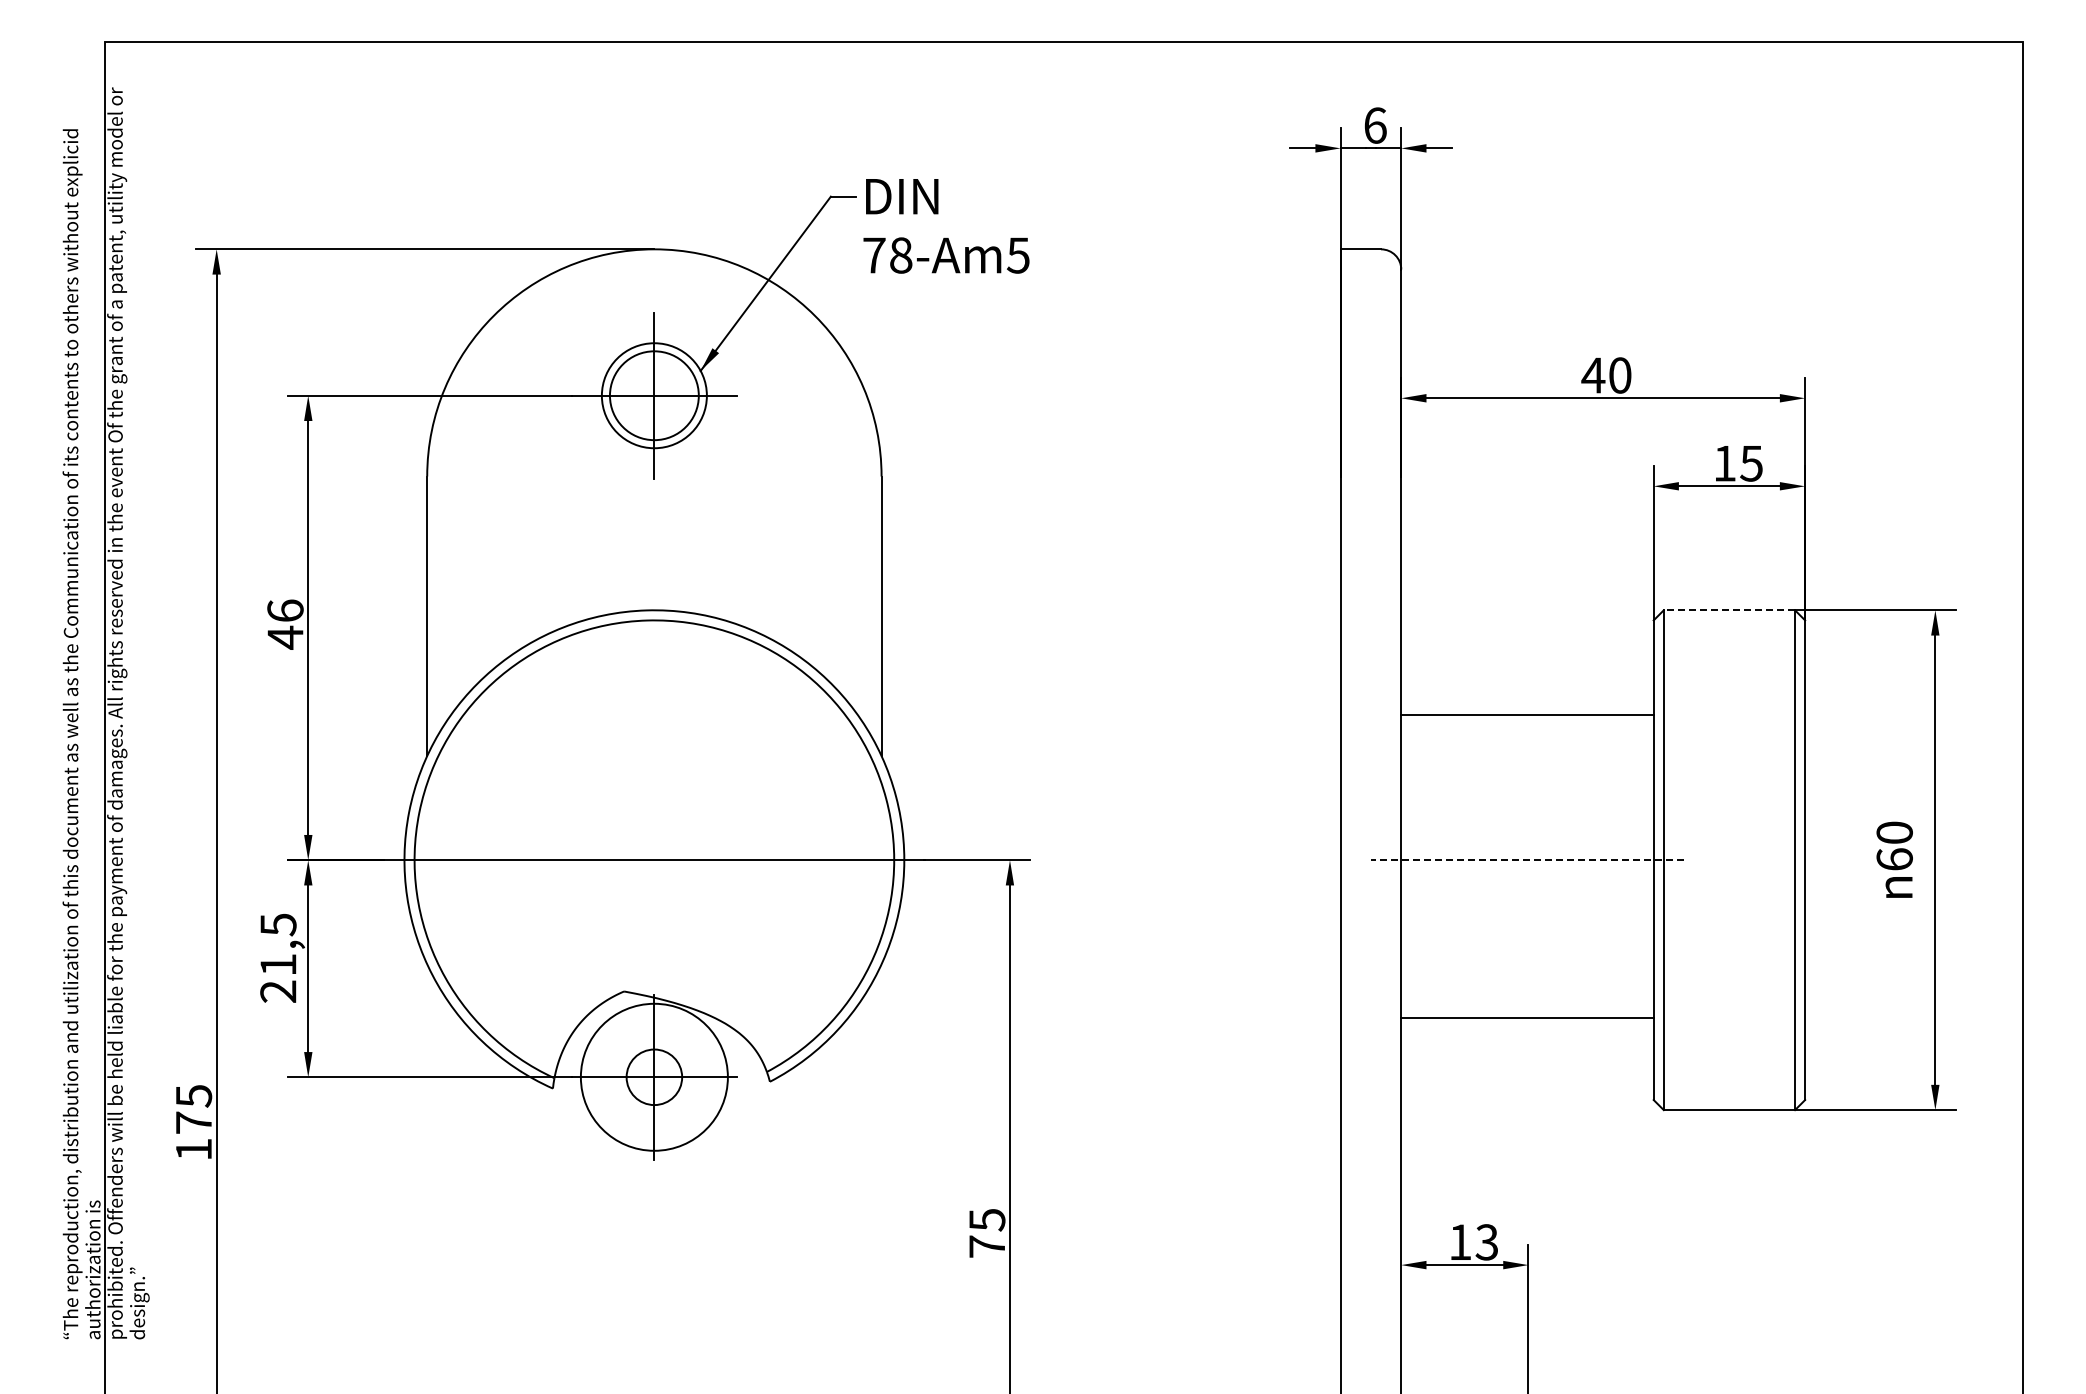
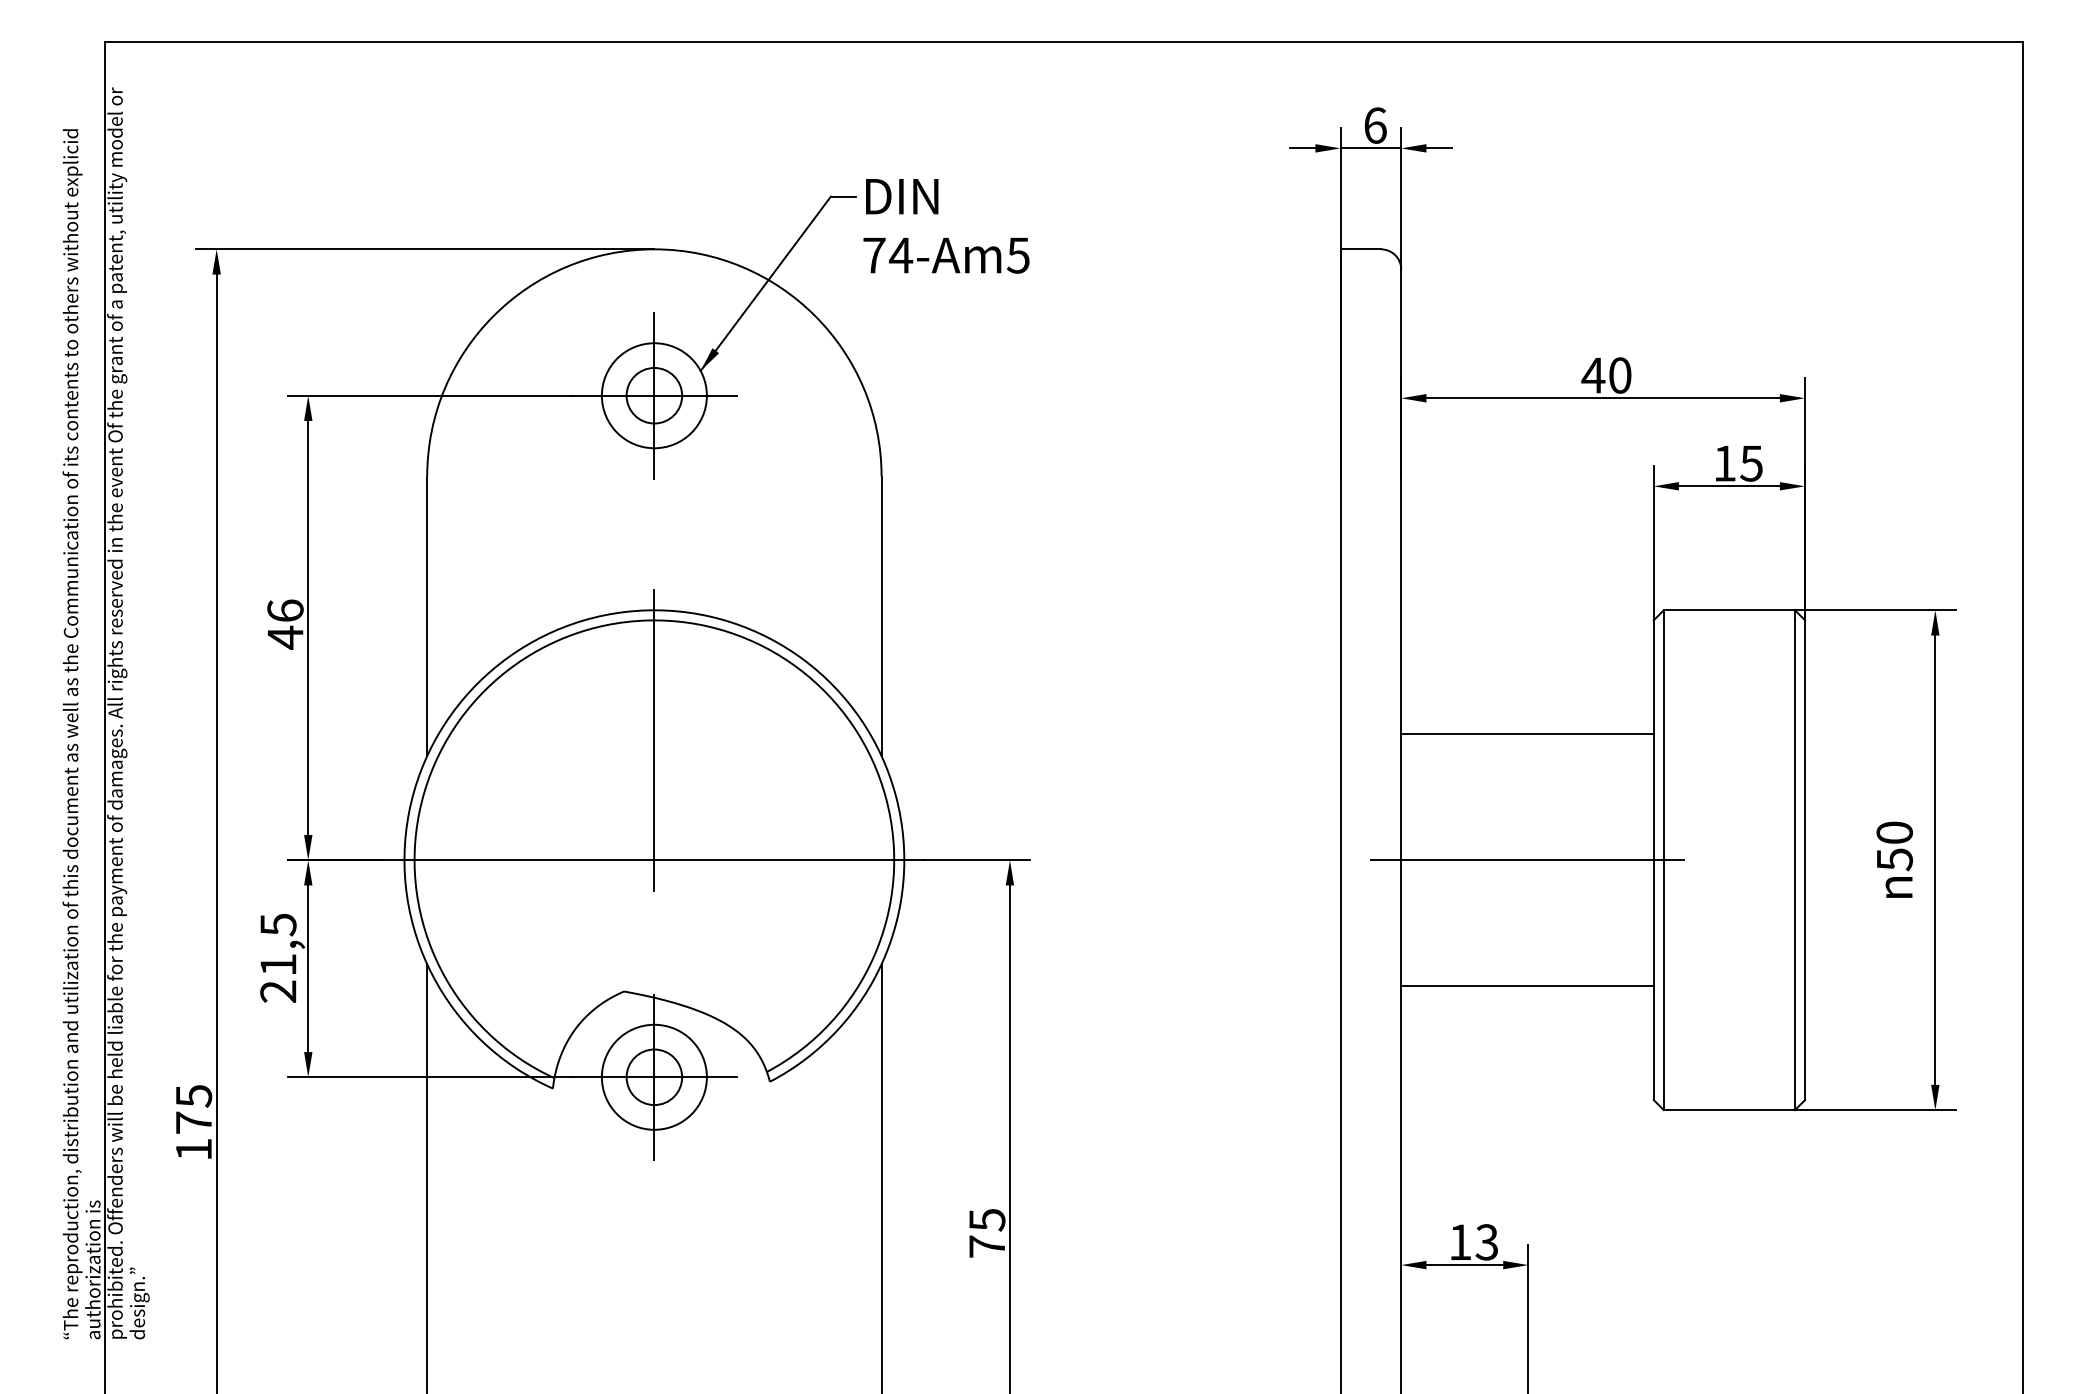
text at (900, 255): 78-Am5 -> 74-Am5
circle at (653, 395) diameter: 89 px -> 56 px
line at (1729, 610): dashed -> solid
line at (1527, 715) position: (1527, 715) -> (1527, 734)
line at (654, 740): none -> present
text at (1894, 859): 60 -> 50
line at (1527, 860): dashed -> solid
line at (1527, 1018) position: (1527, 1018) -> (1527, 986)
circle at (653, 1076) diameter: 147 px -> 105 px
line at (427, 1177): none -> present
line at (881, 1177): none -> present
